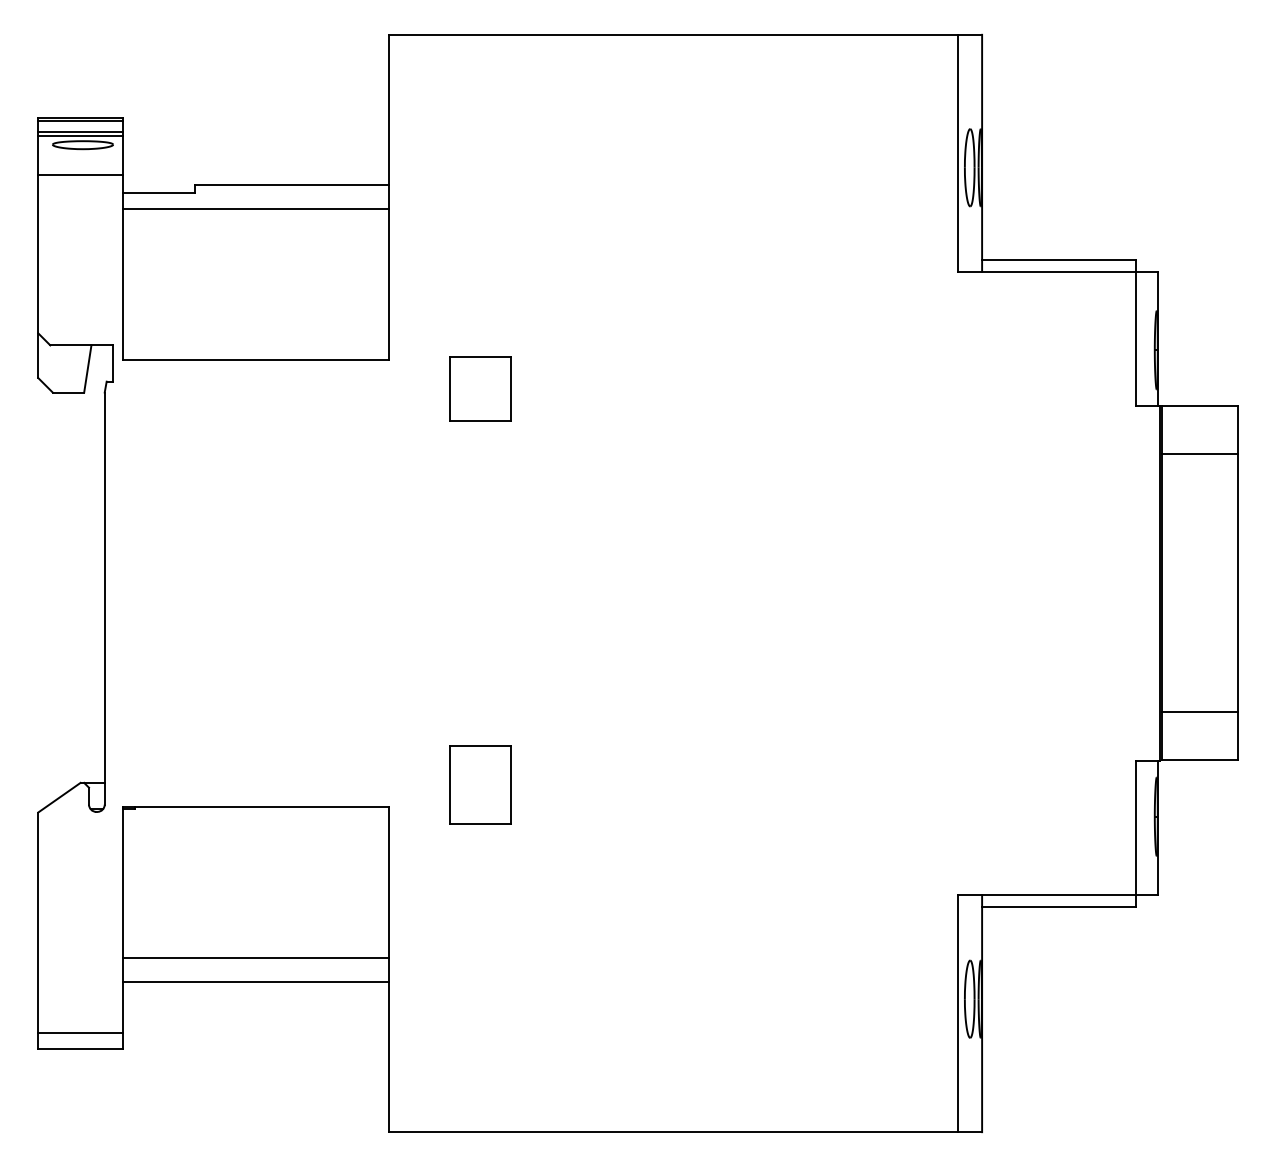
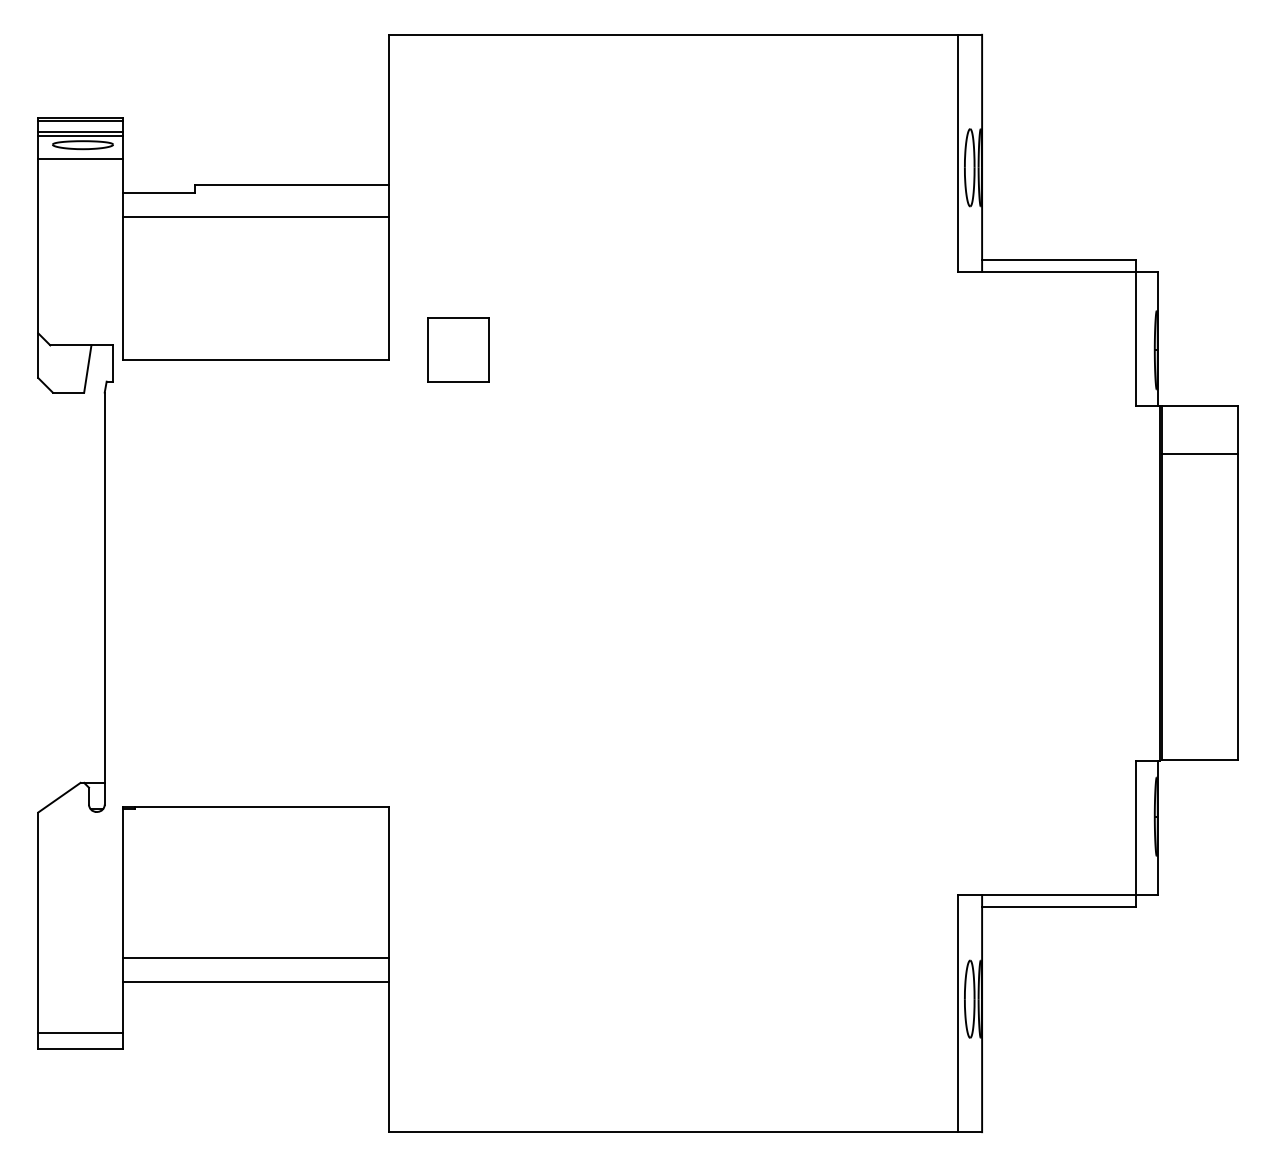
line at (80, 175) position: (80, 175) -> (80, 159)
line at (255, 208) position: (255, 208) -> (255, 216)
part at (480, 388) position: (480, 388) -> (458, 349)
line at (1199, 711): present -> none
part at (480, 784): present -> none
